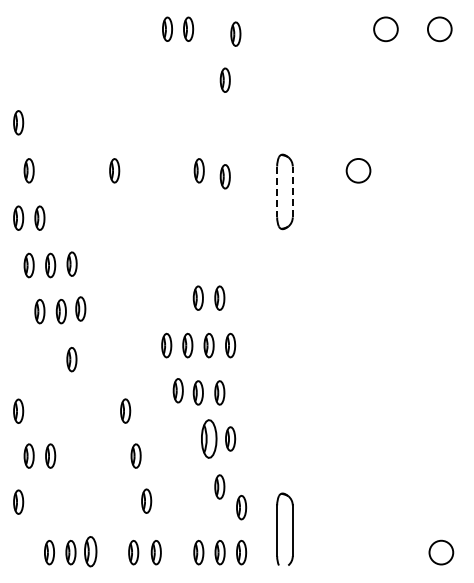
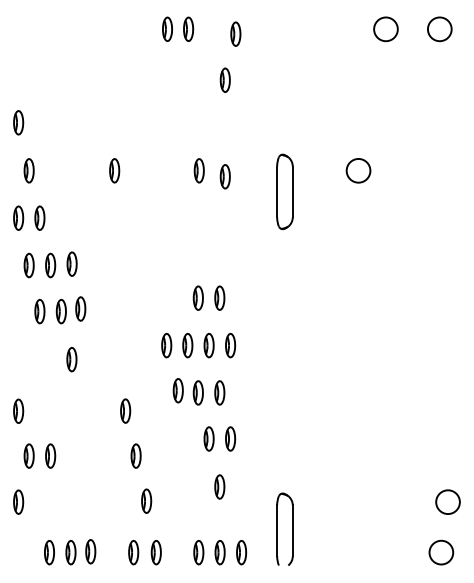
line at (292, 191): dashed -> solid
line at (277, 192): dashed -> solid
part at (209, 438) size: 17x40 px -> 12x26 px
circle at (447, 501): none -> present
part at (241, 507): present -> none
part at (90, 551) size: 14x32 px -> 12x26 px
